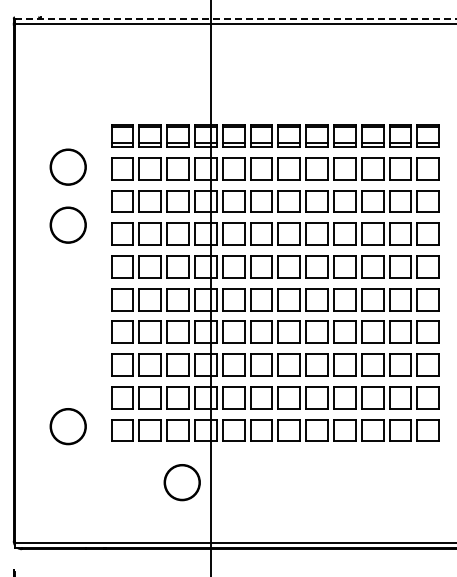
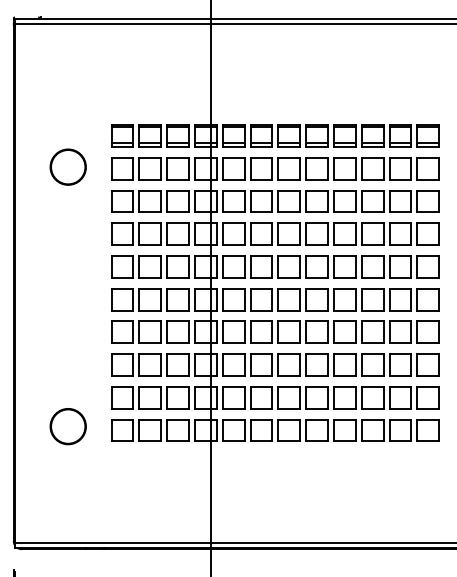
line at (236, 18): dashed -> solid
circle at (67, 224): present -> none
circle at (181, 482): present -> none
